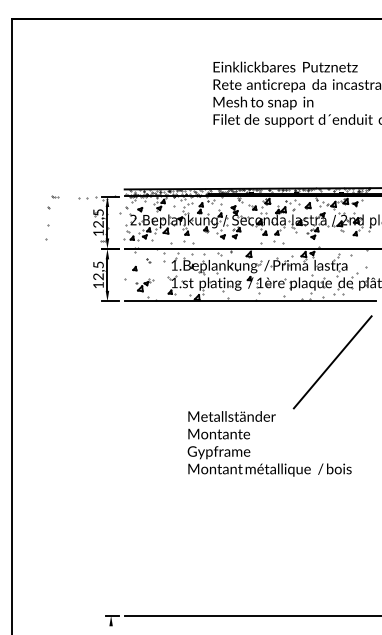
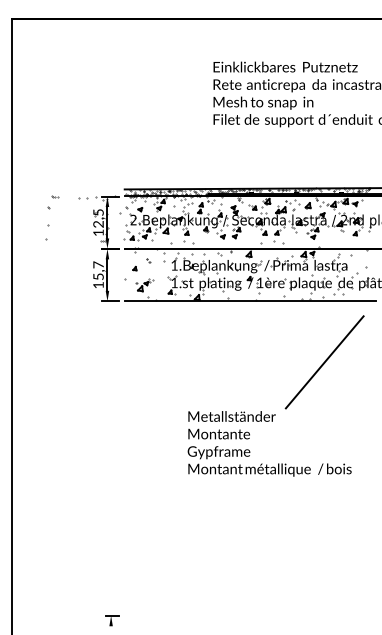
text at (98, 270): 12,5 -> 15,7
line at (332, 362) position: (332, 362) -> (324, 362)
line at (251, 615): present -> none
